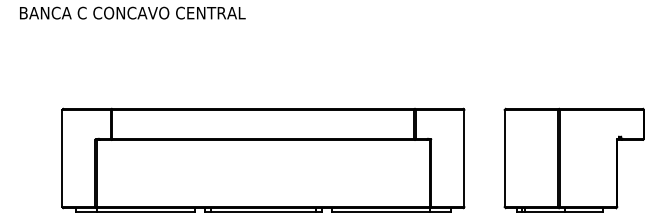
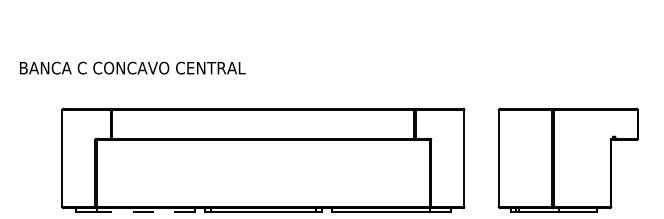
text at (132, 12) position: (132, 12) -> (132, 67)
part at (573, 159) position: (573, 159) -> (567, 159)
line at (145, 212): solid -> dashed
